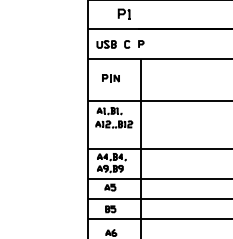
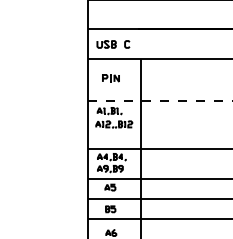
part at (123, 13): present -> none
curve at (141, 43): present -> none
line at (160, 100): solid -> dashed
